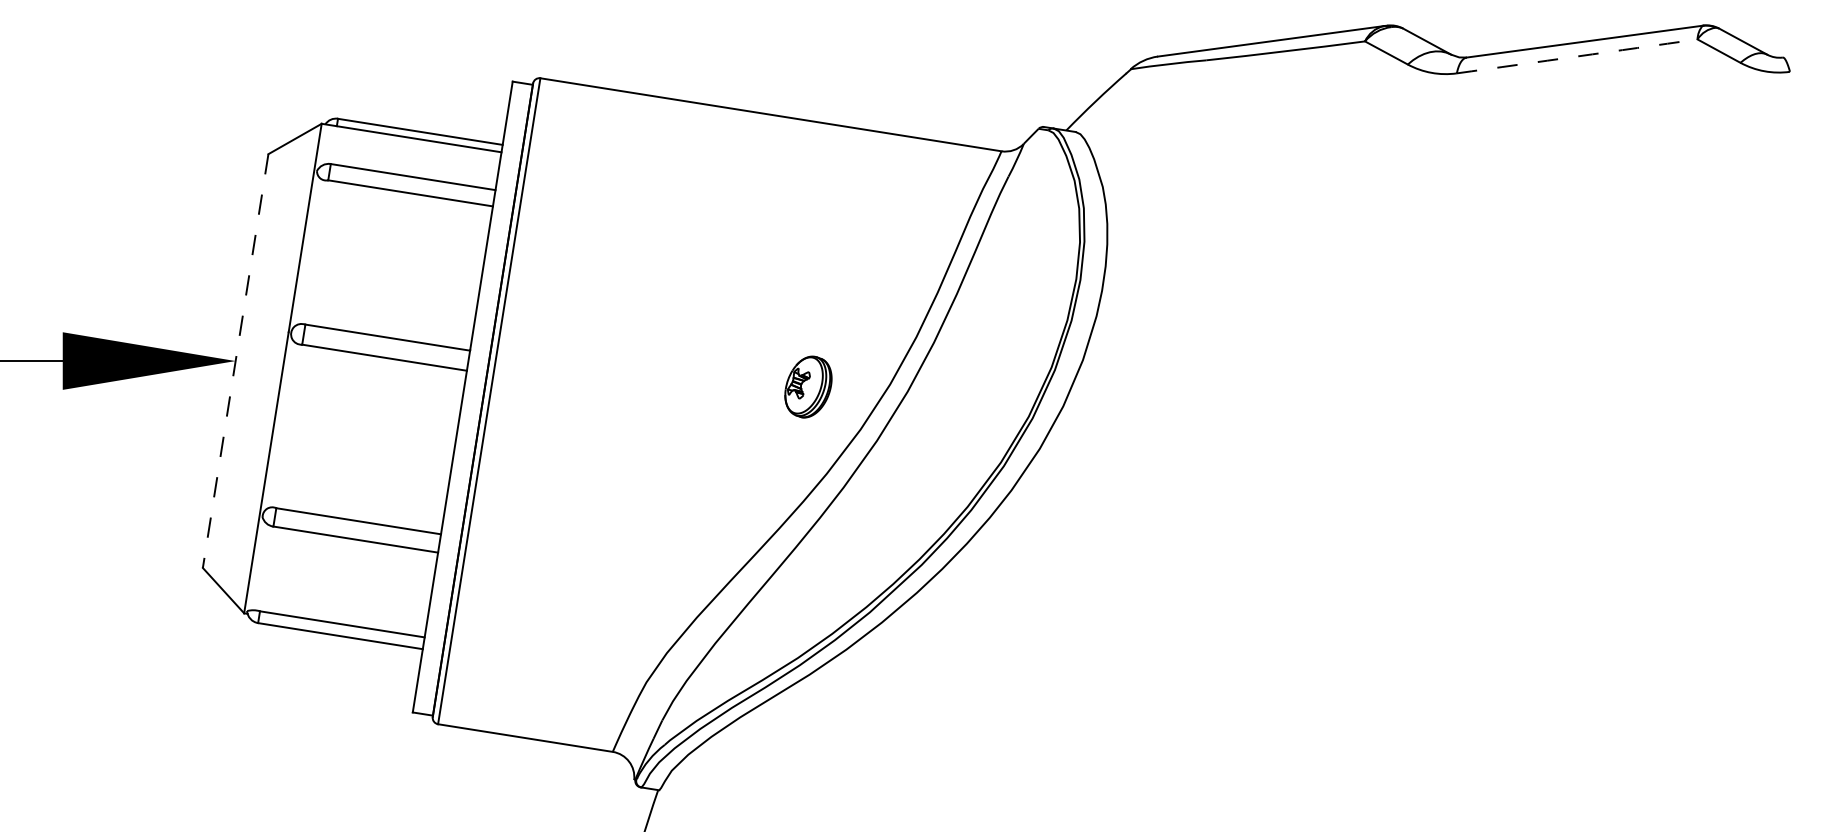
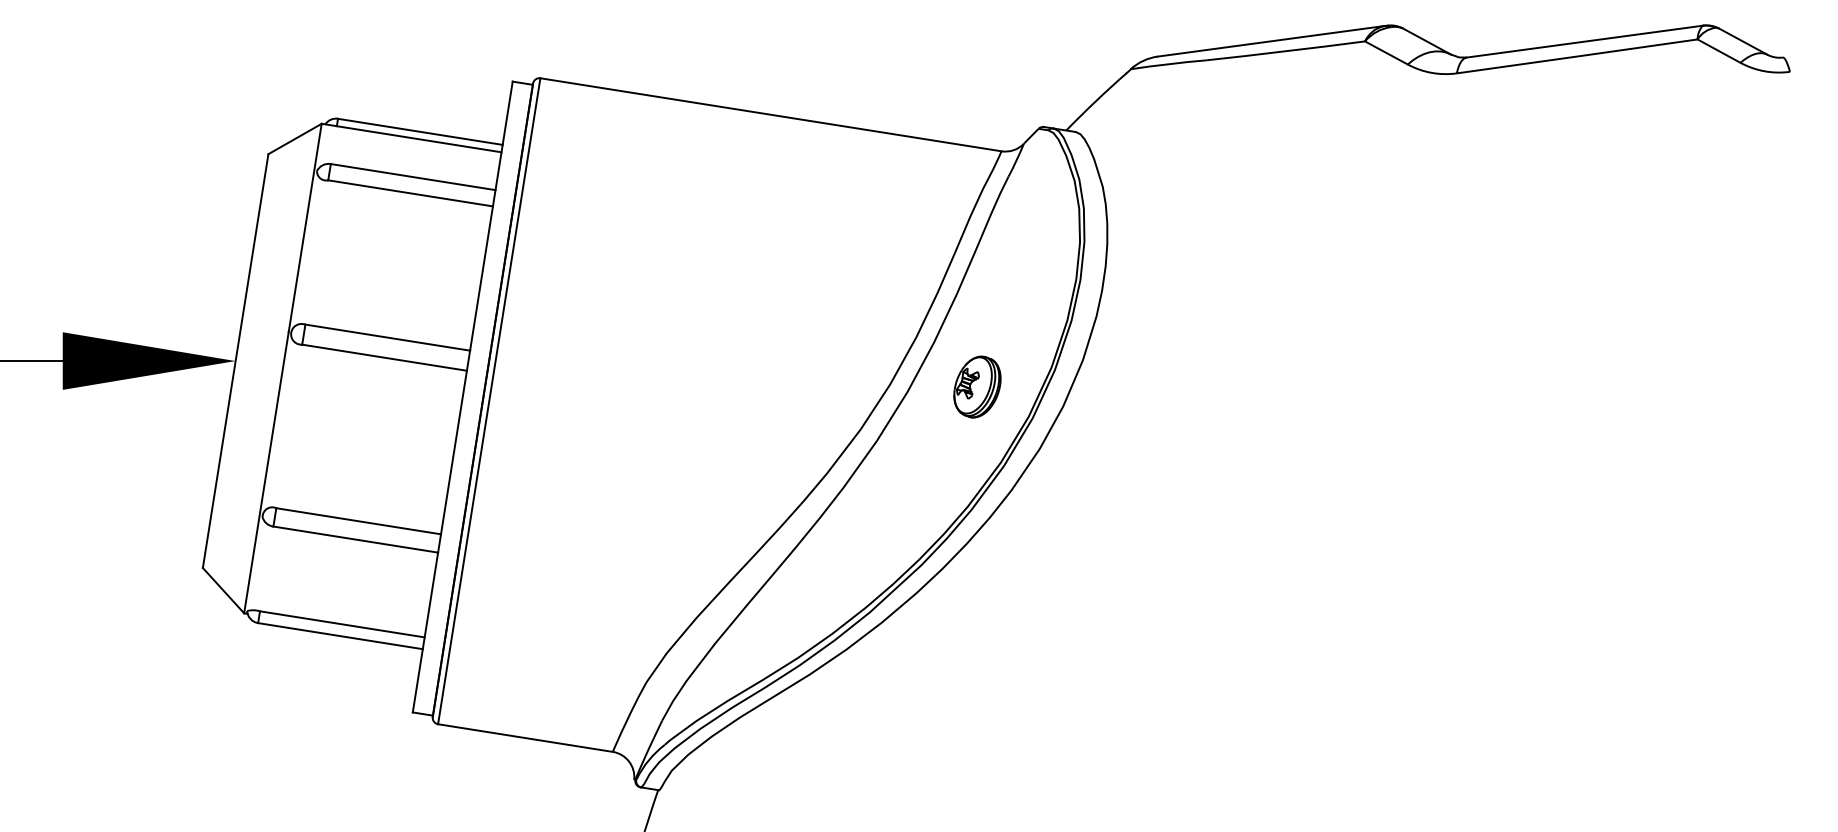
arc at (1577, 56): dashed -> solid
line at (235, 361): dashed -> solid
part at (808, 386) position: (808, 386) -> (977, 386)
